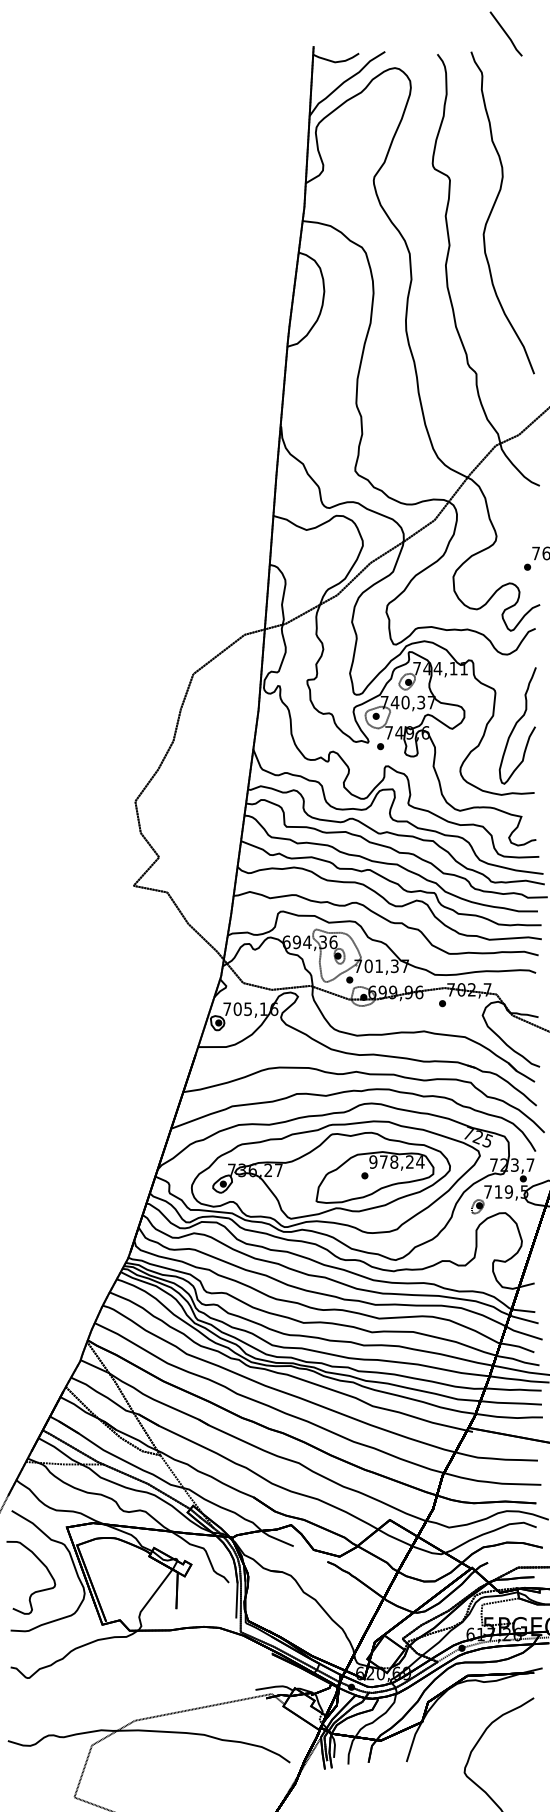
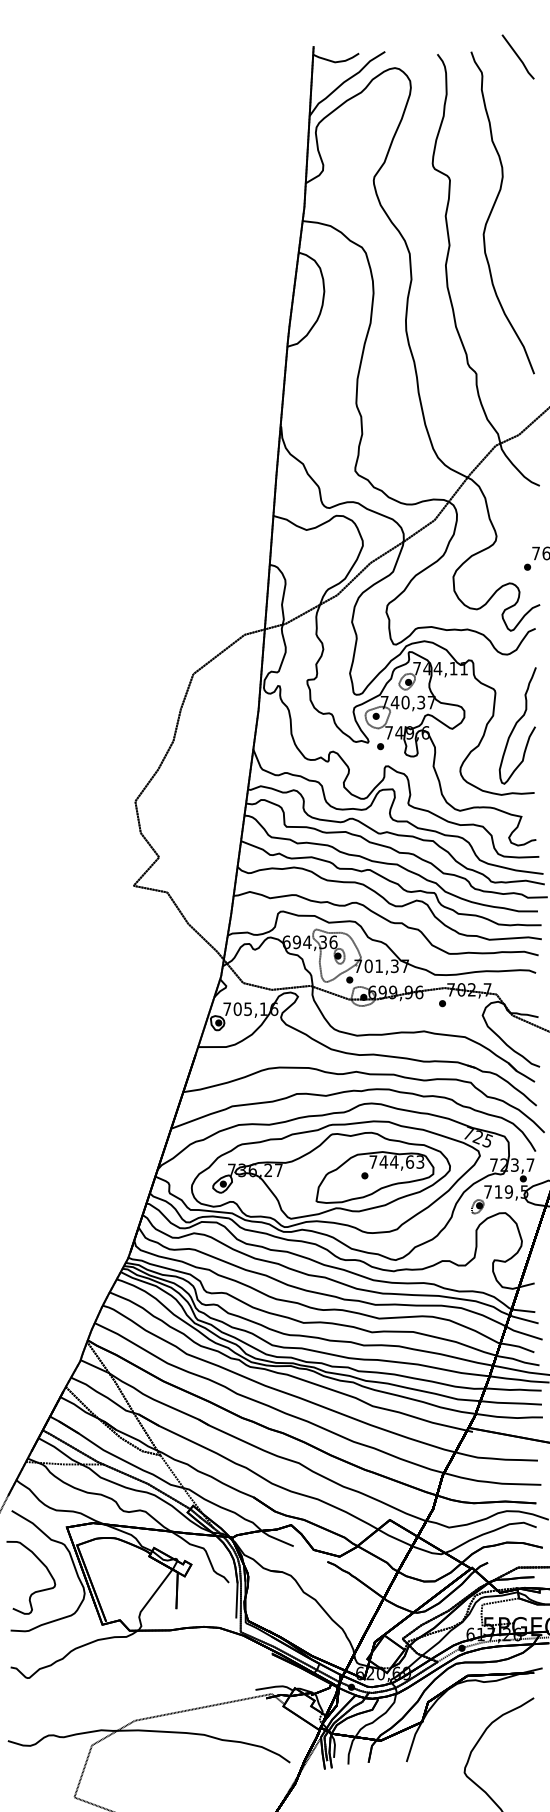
line at (505, 33) position: (505, 33) -> (517, 56)
text at (396, 1161): 978,24 -> 744,63
